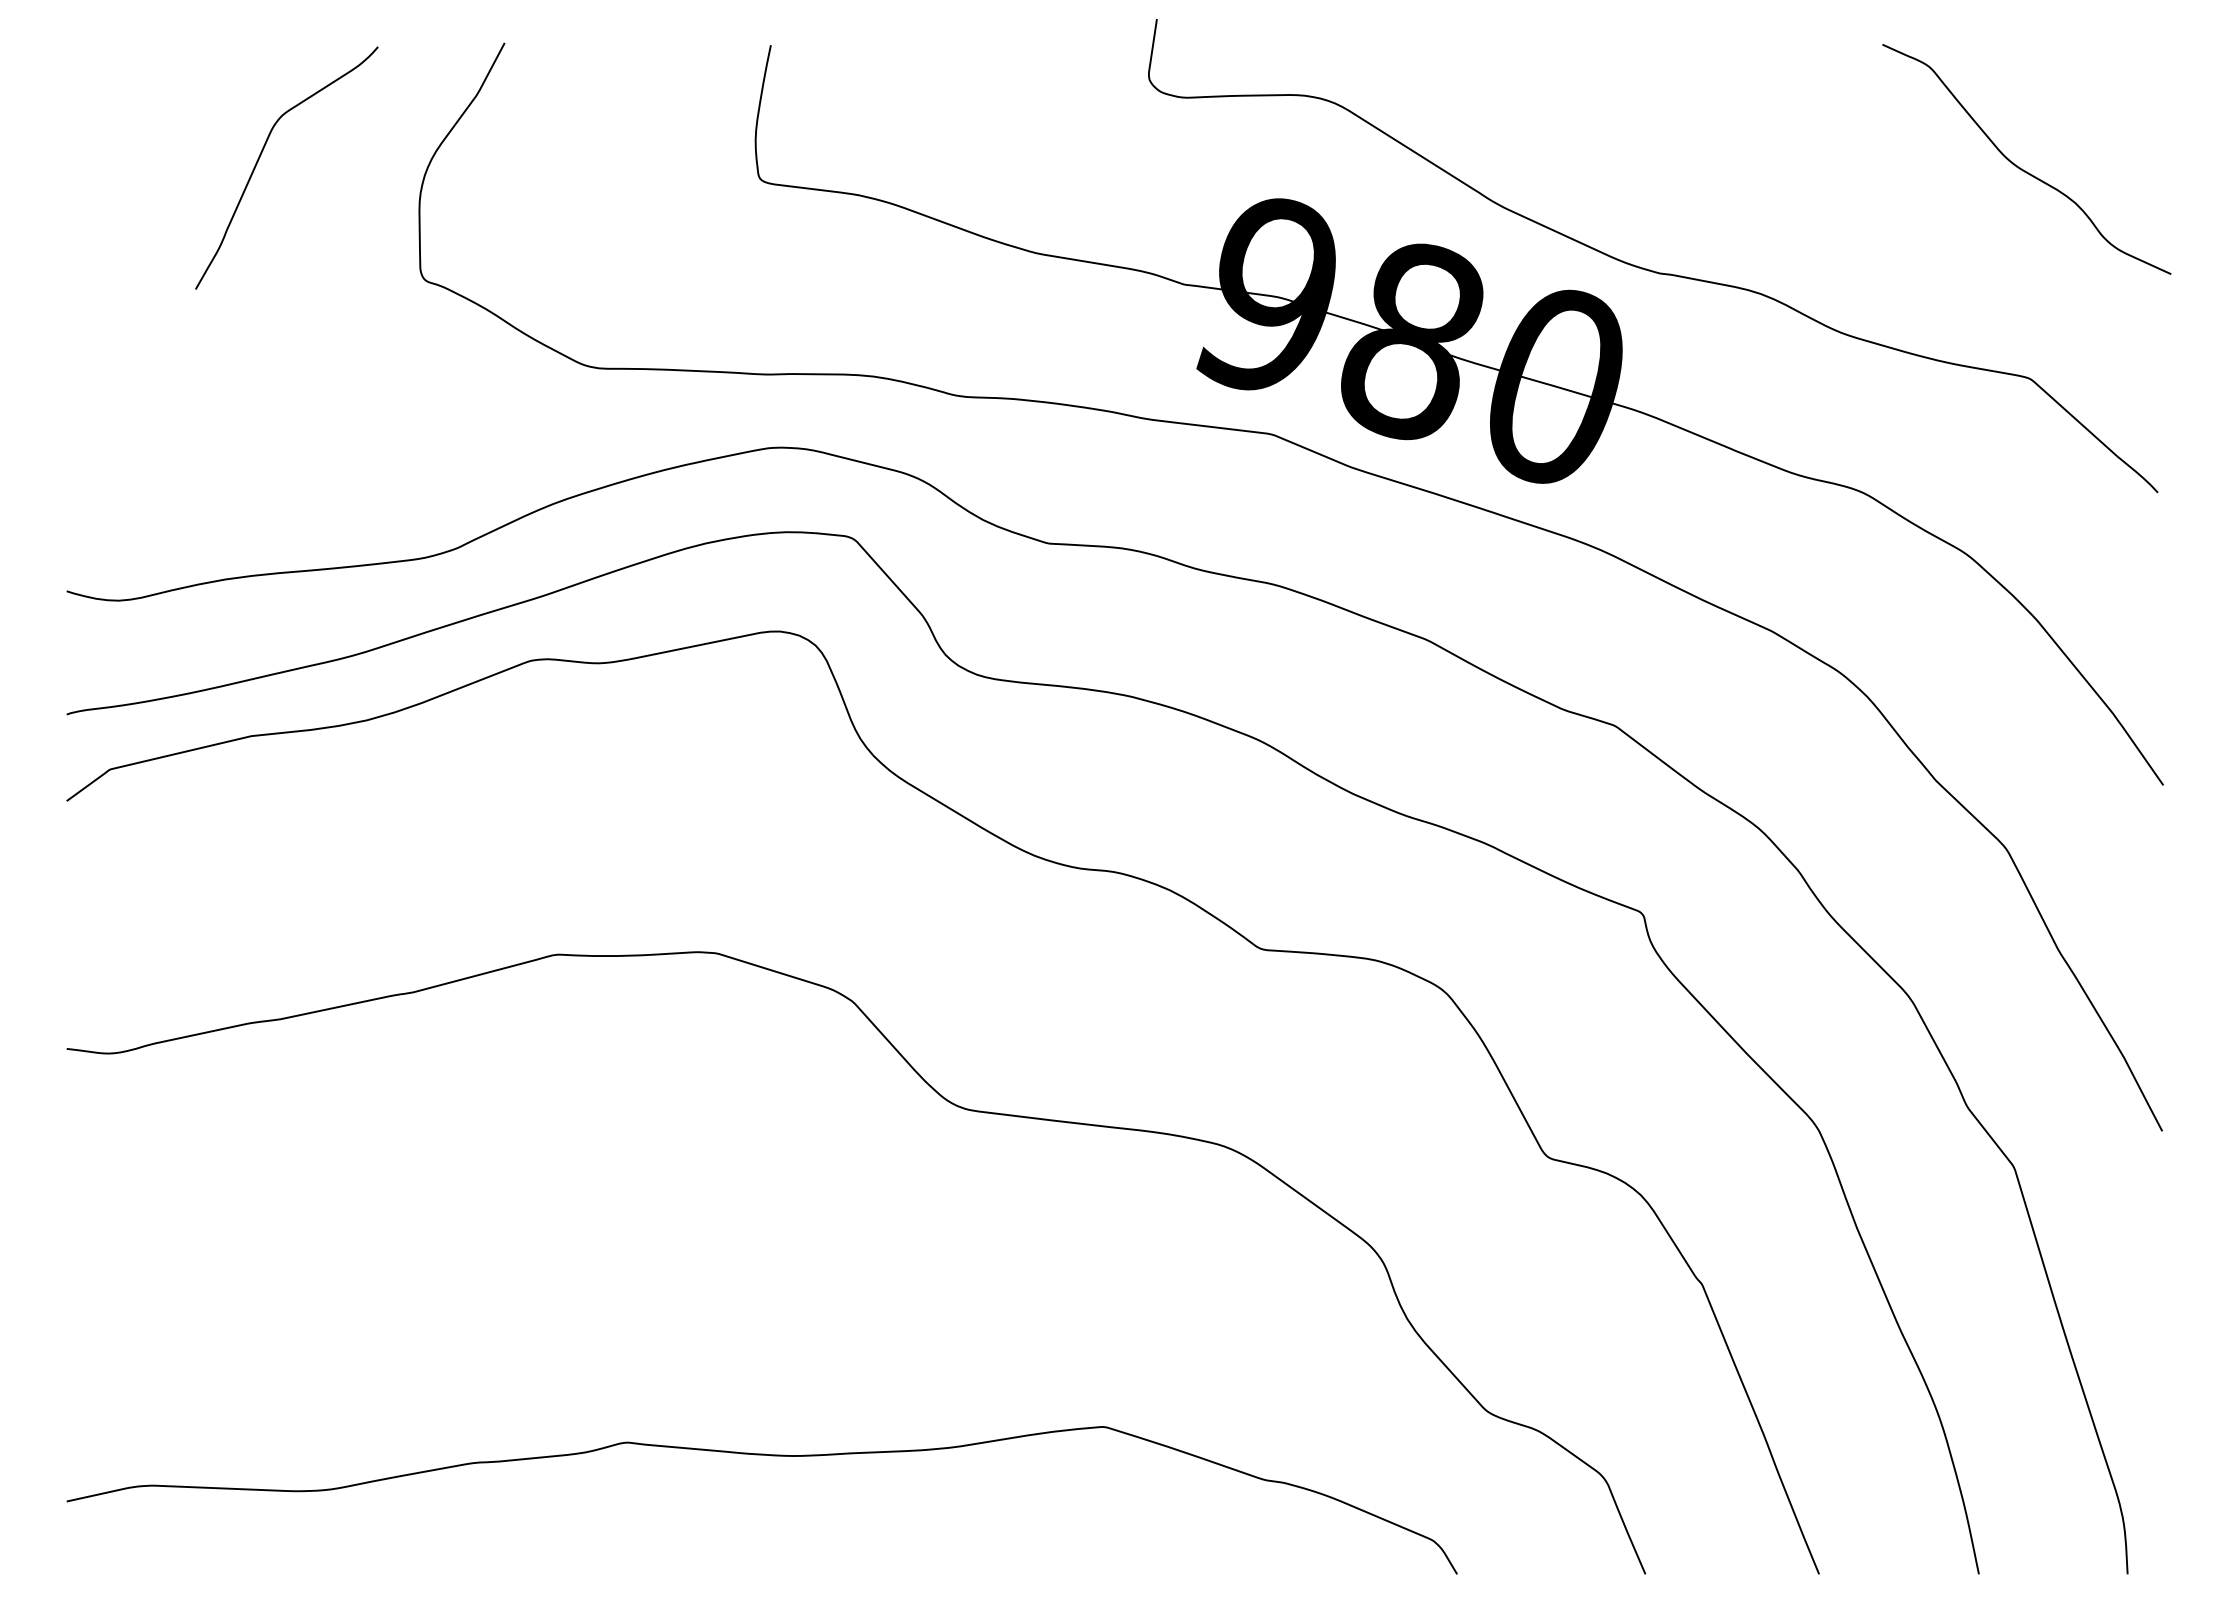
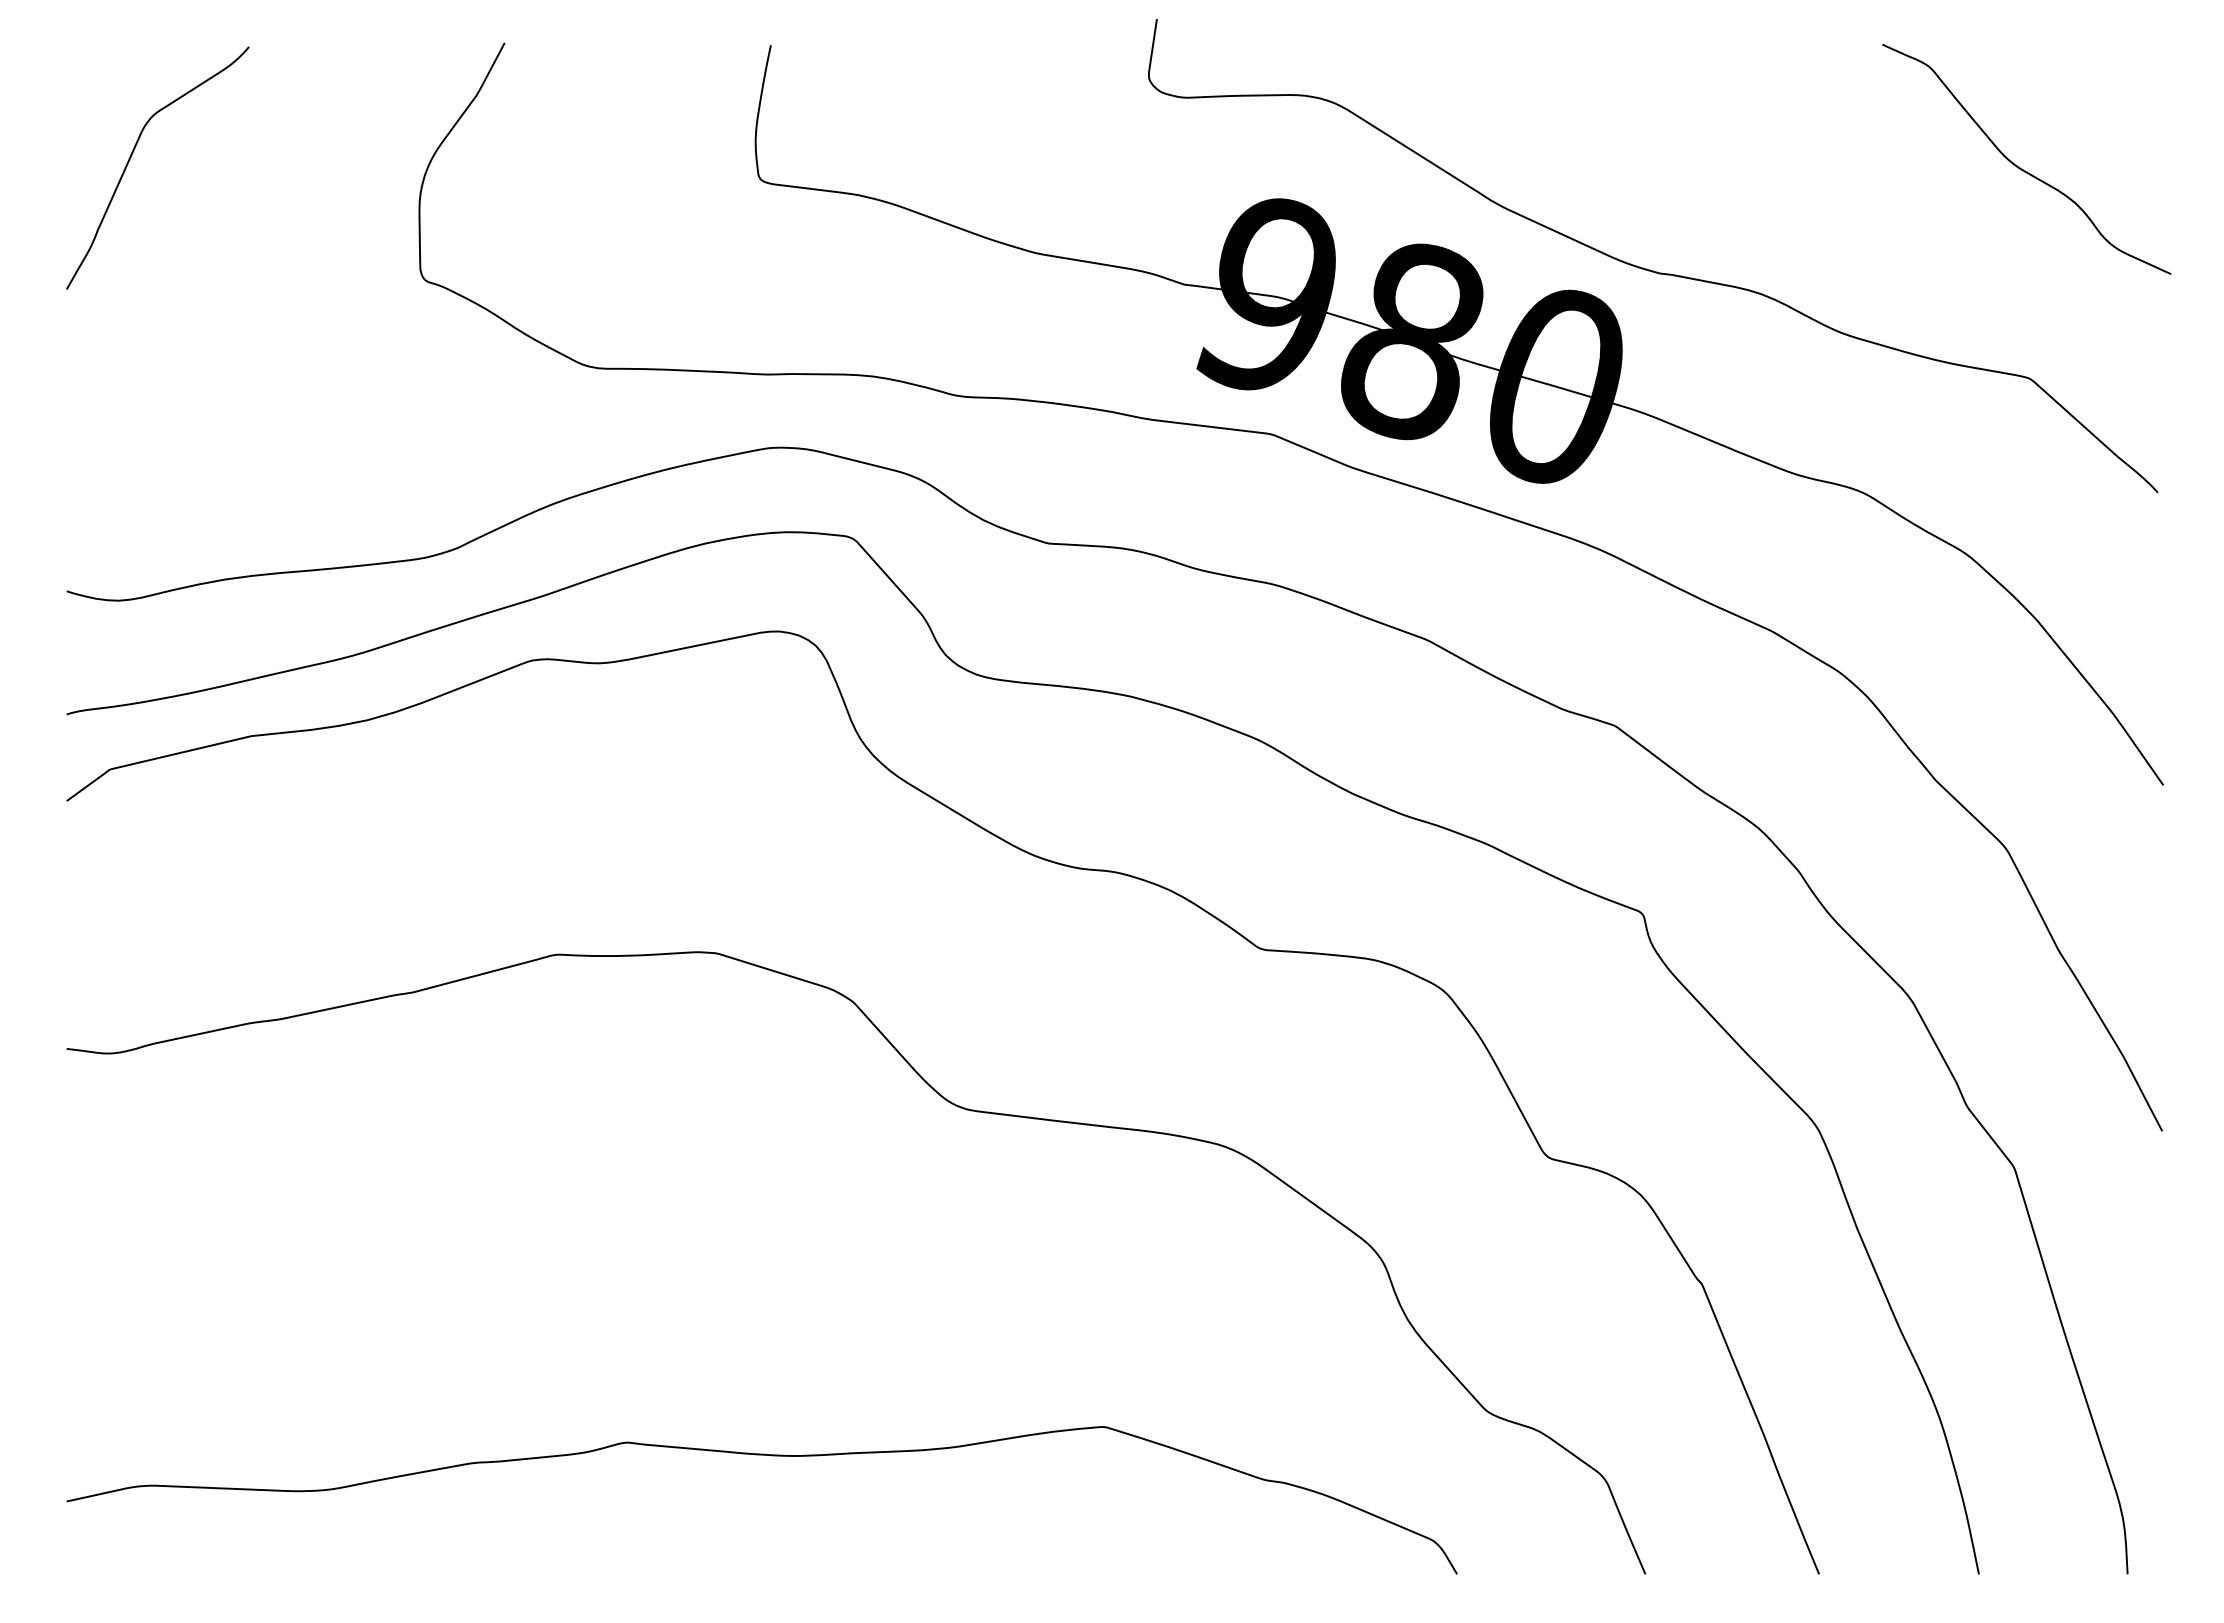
curve at (261, 155) position: (261, 155) -> (132, 155)
